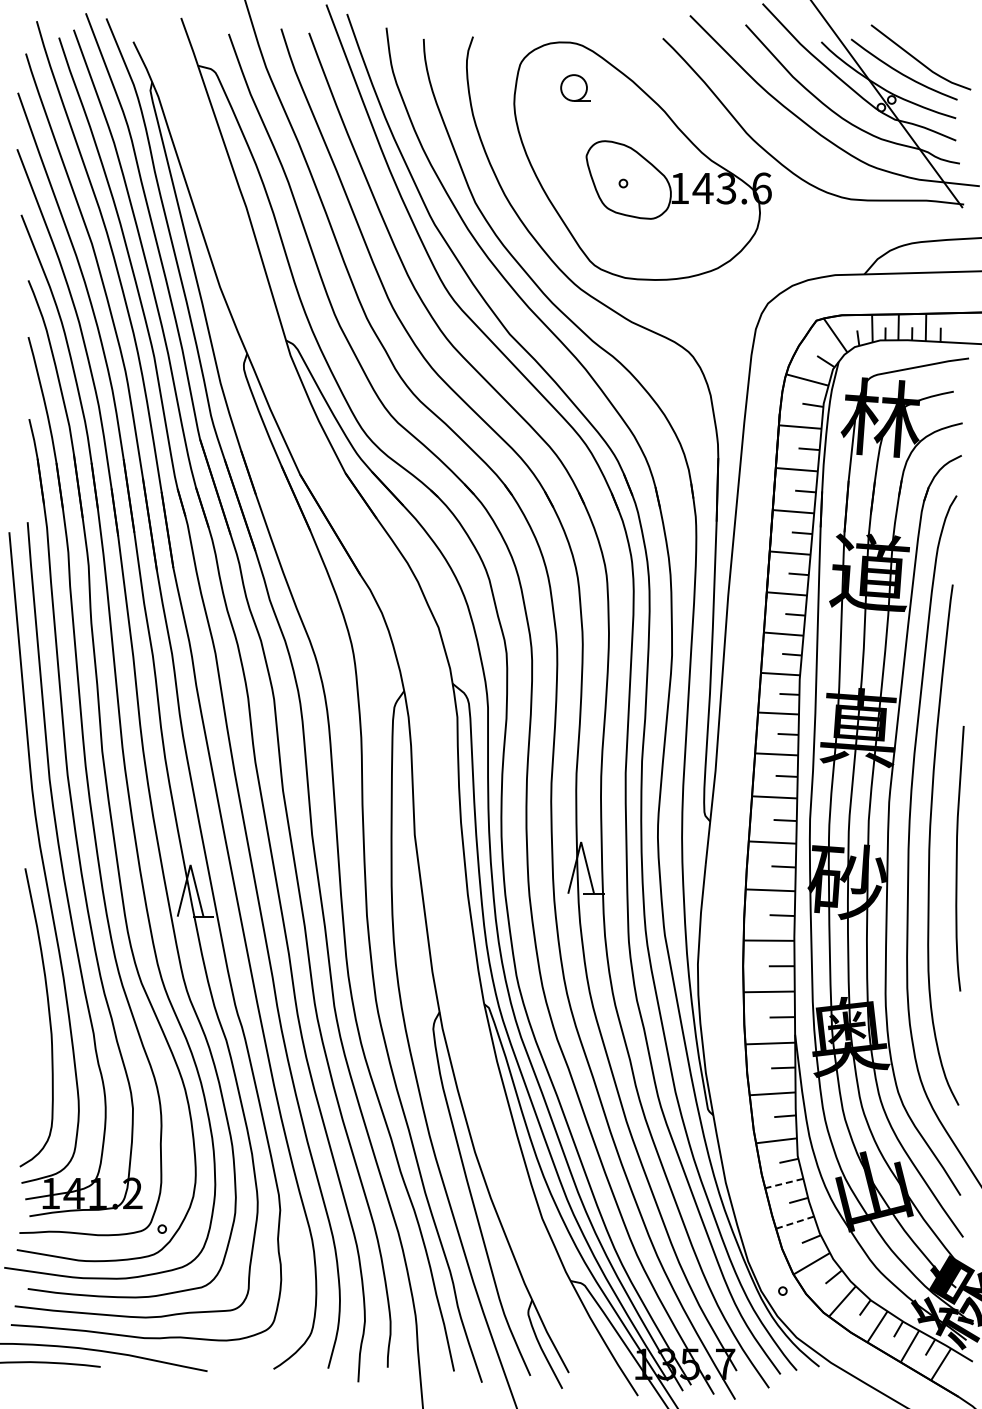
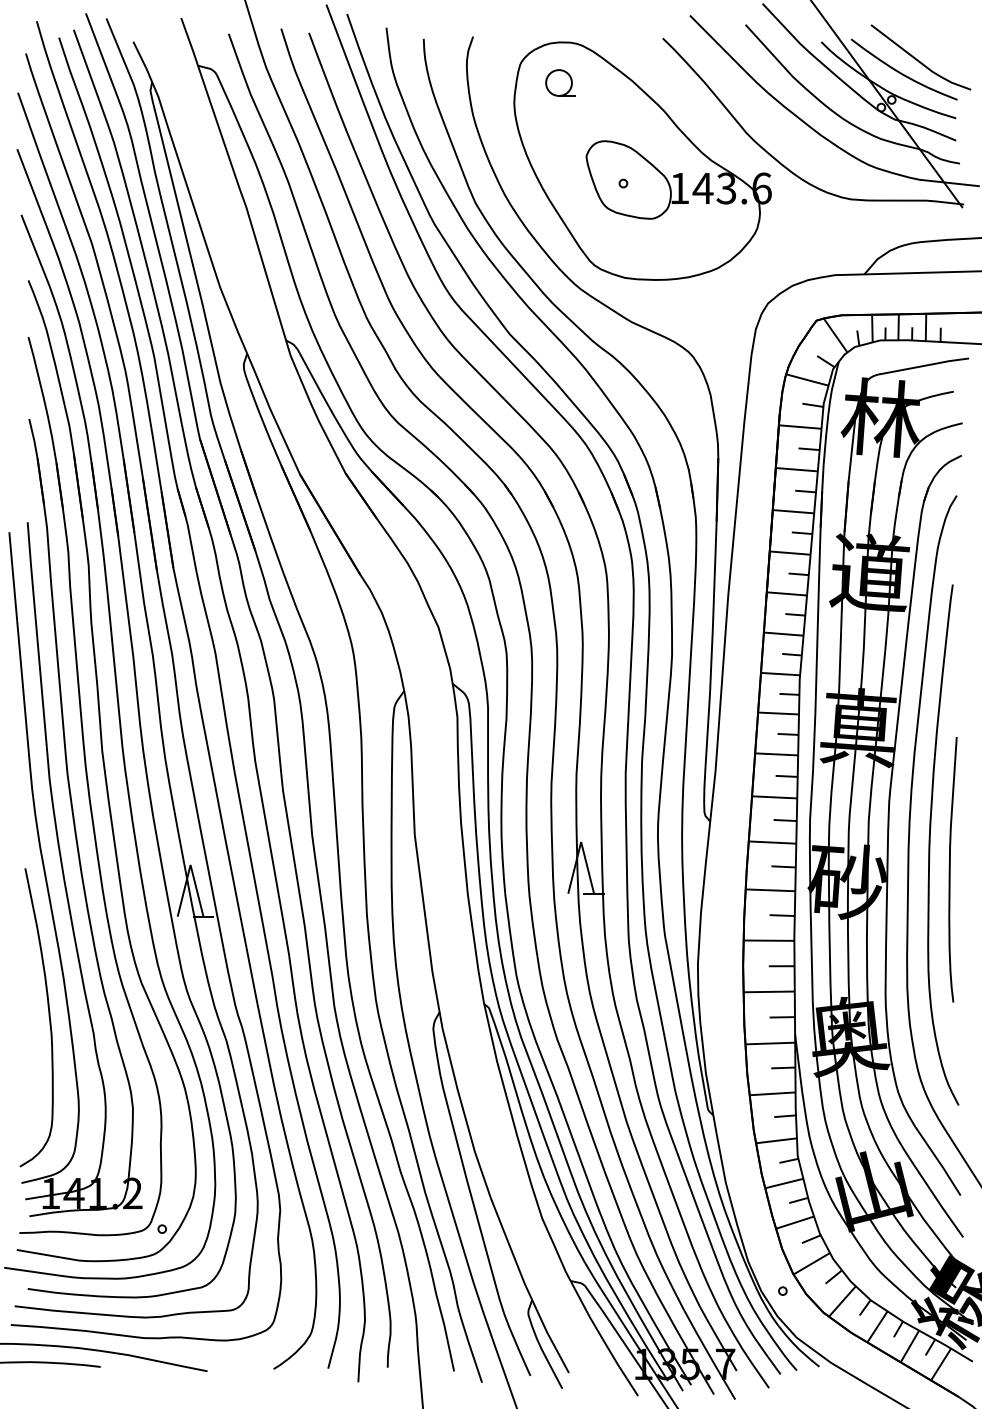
part at (575, 87) position: (575, 87) -> (560, 82)
curve at (957, 858) position: (957, 858) -> (950, 869)
line at (784, 1183): dashed -> solid
line at (795, 1222): dashed -> solid
